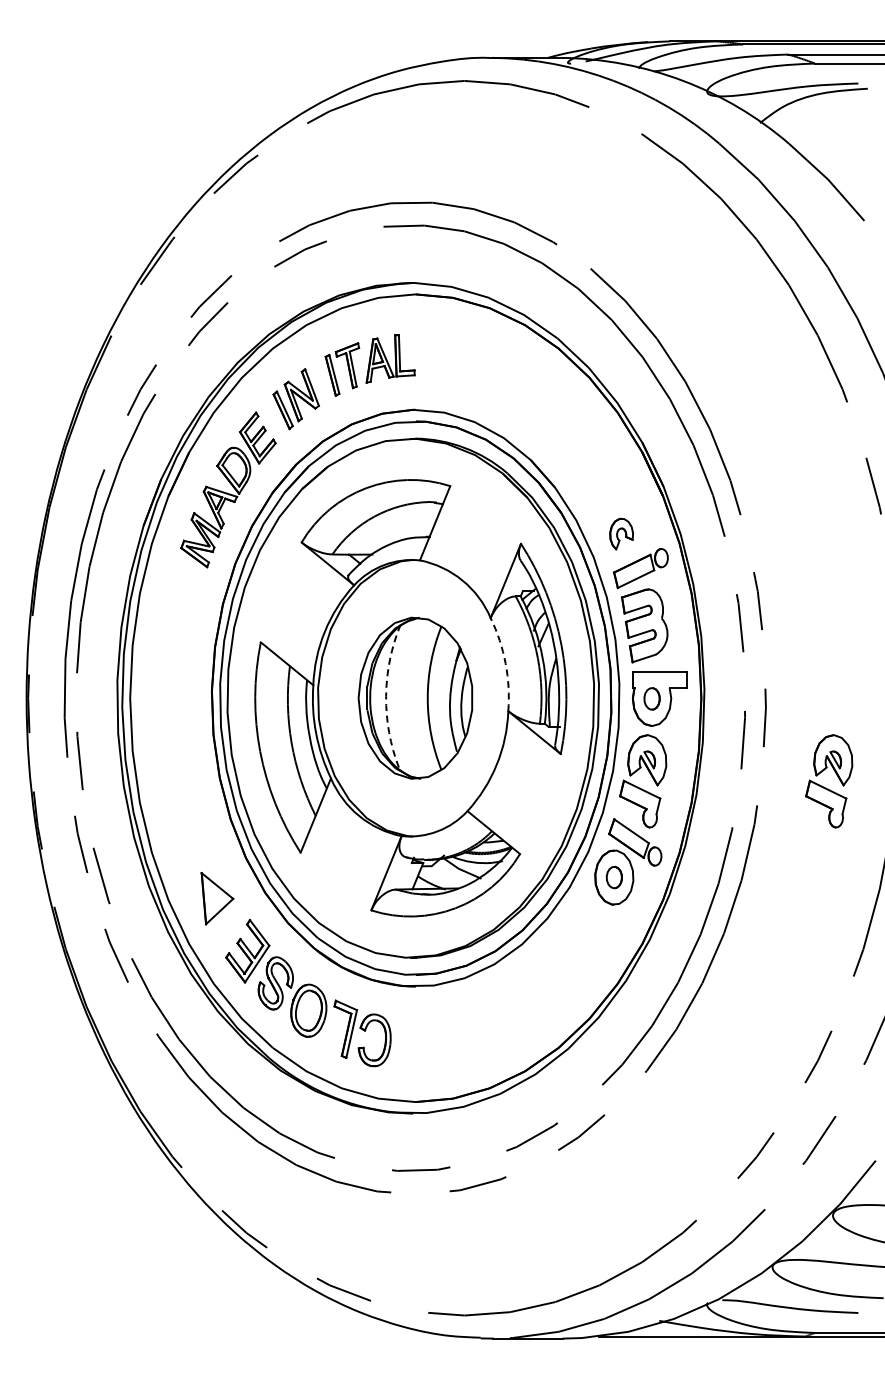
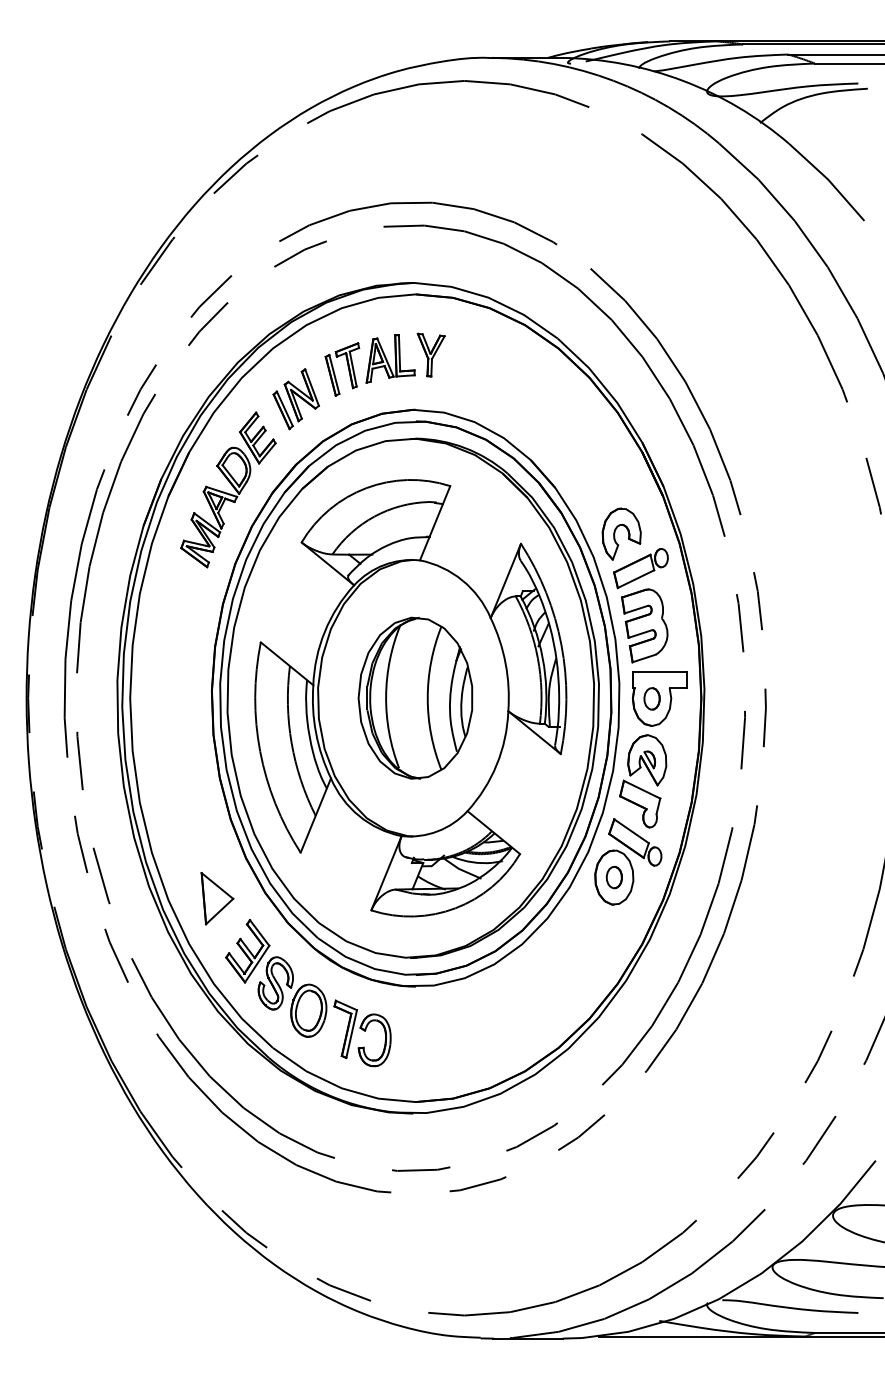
part at (430, 354): none -> present
part at (621, 533) size: 25x34 px -> 41x54 px
arc at (505, 663): dashed -> solid
arc at (386, 696): dashed -> solid
part at (826, 787): present -> none
